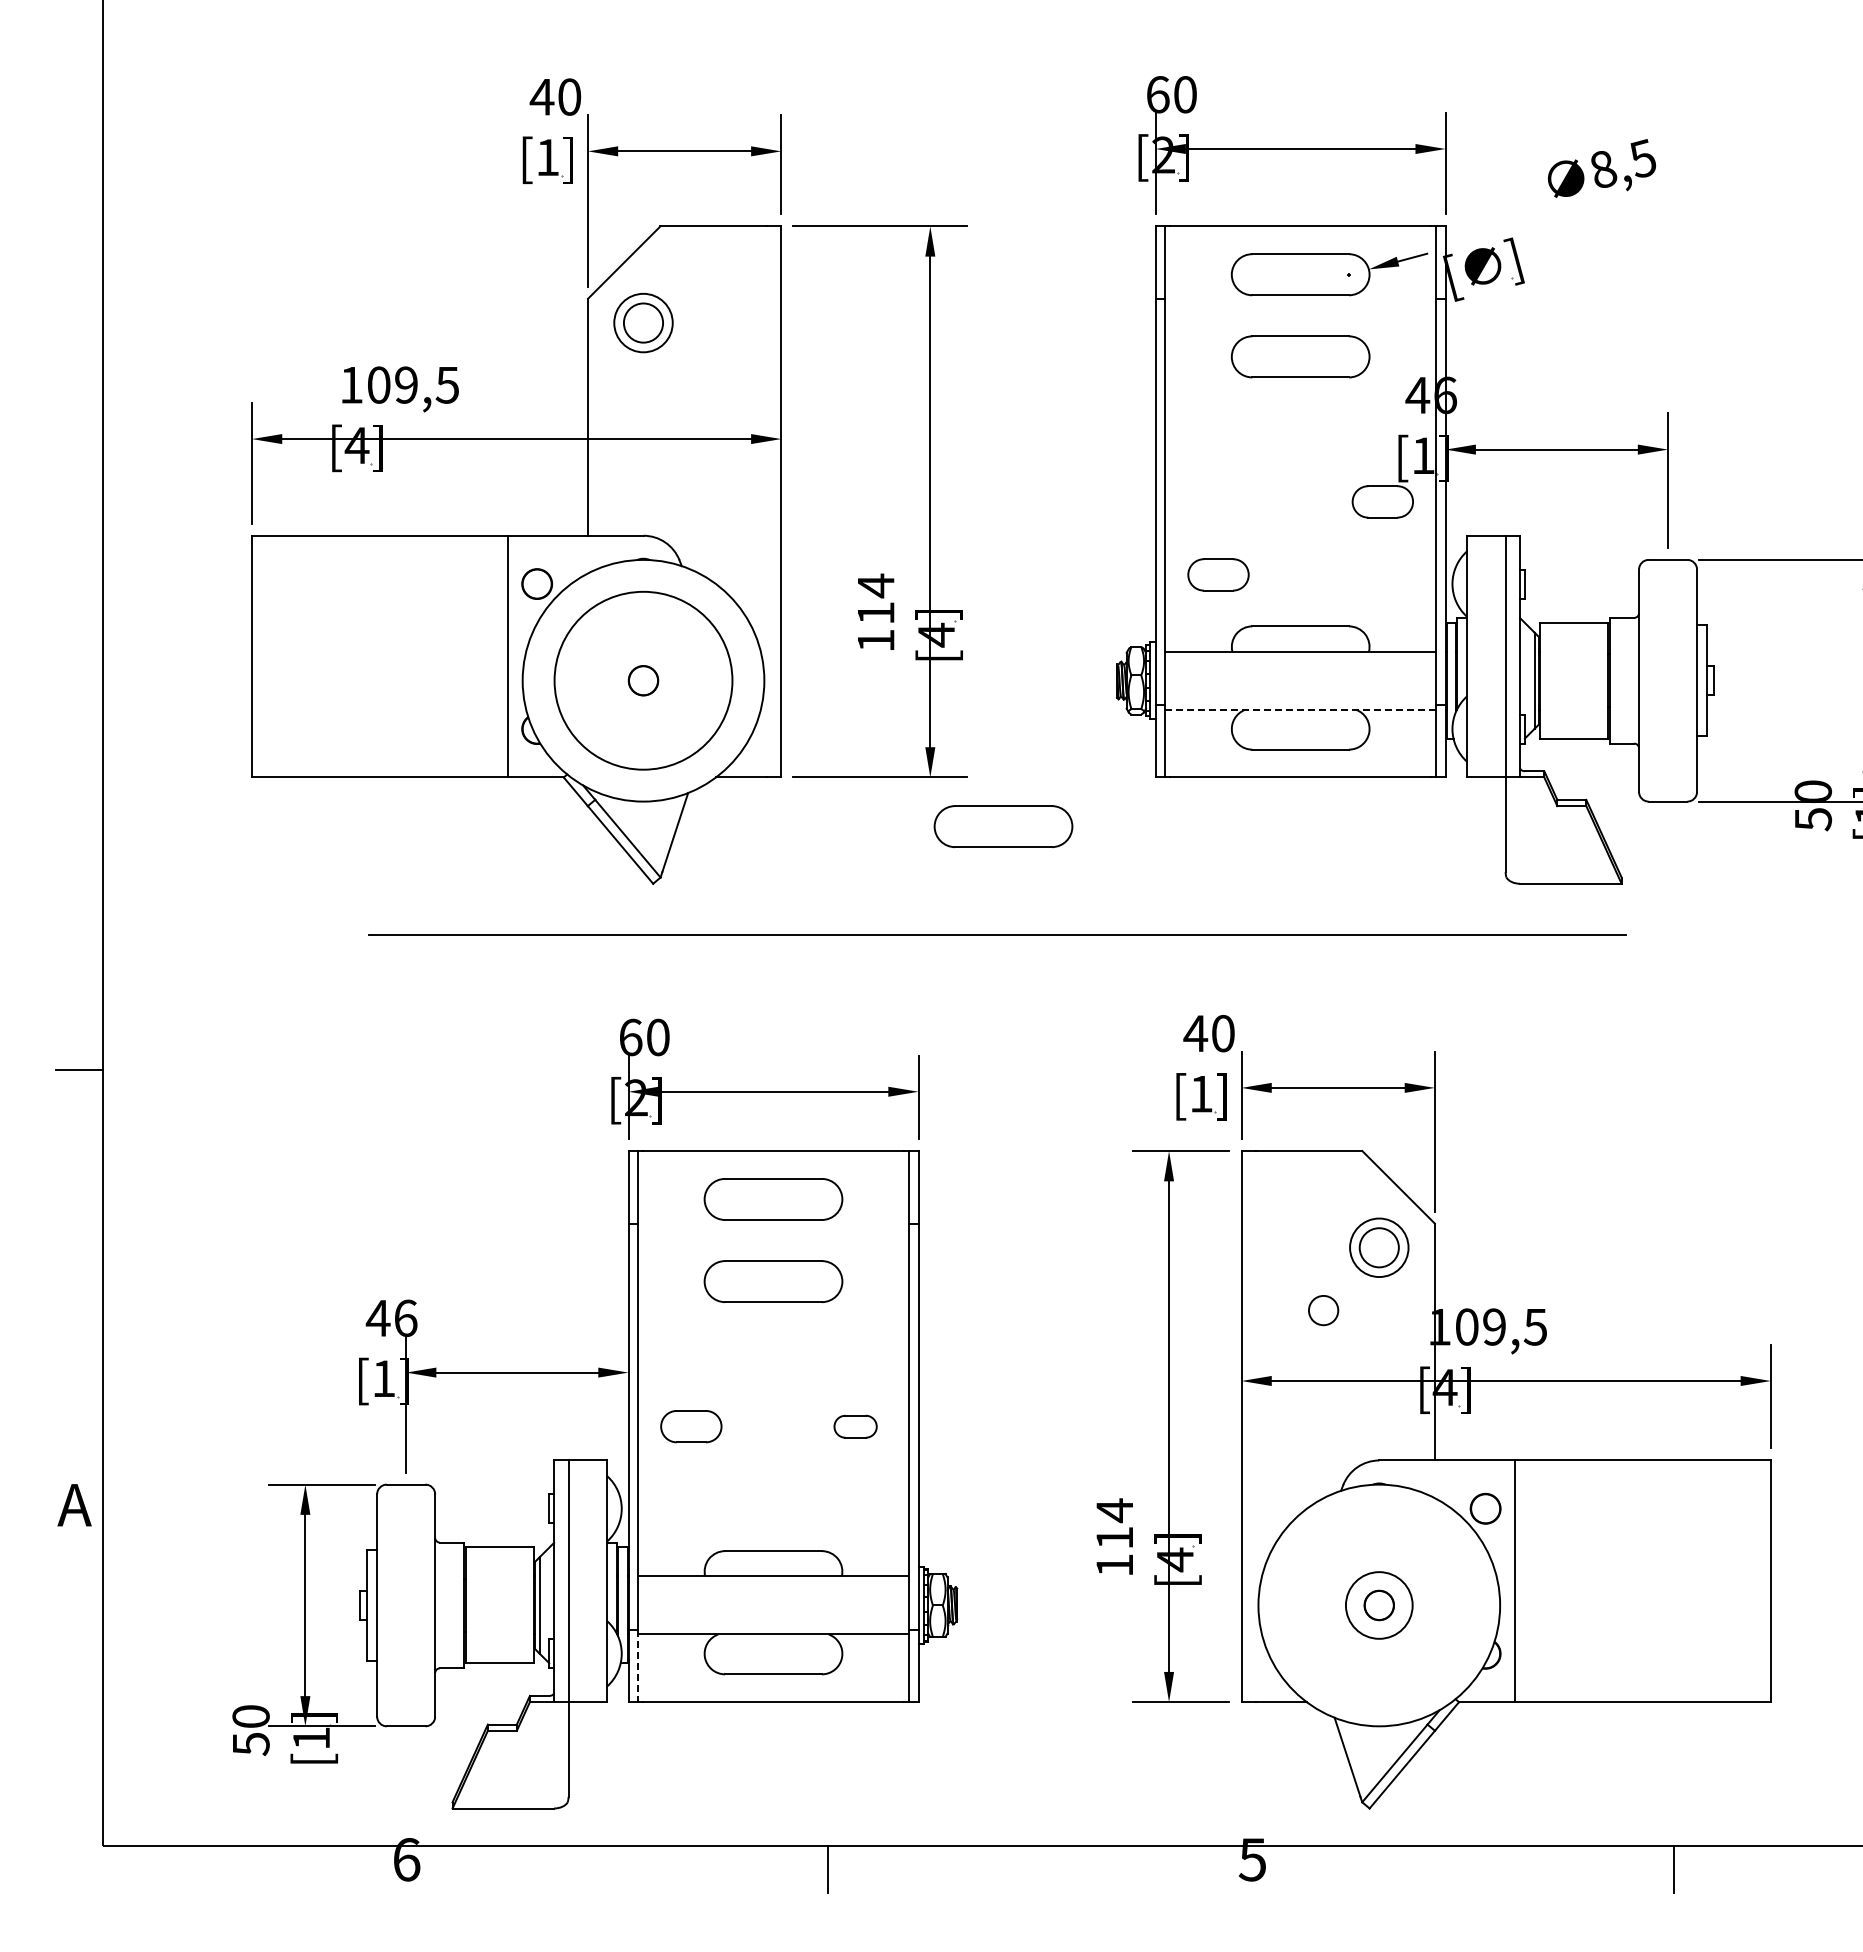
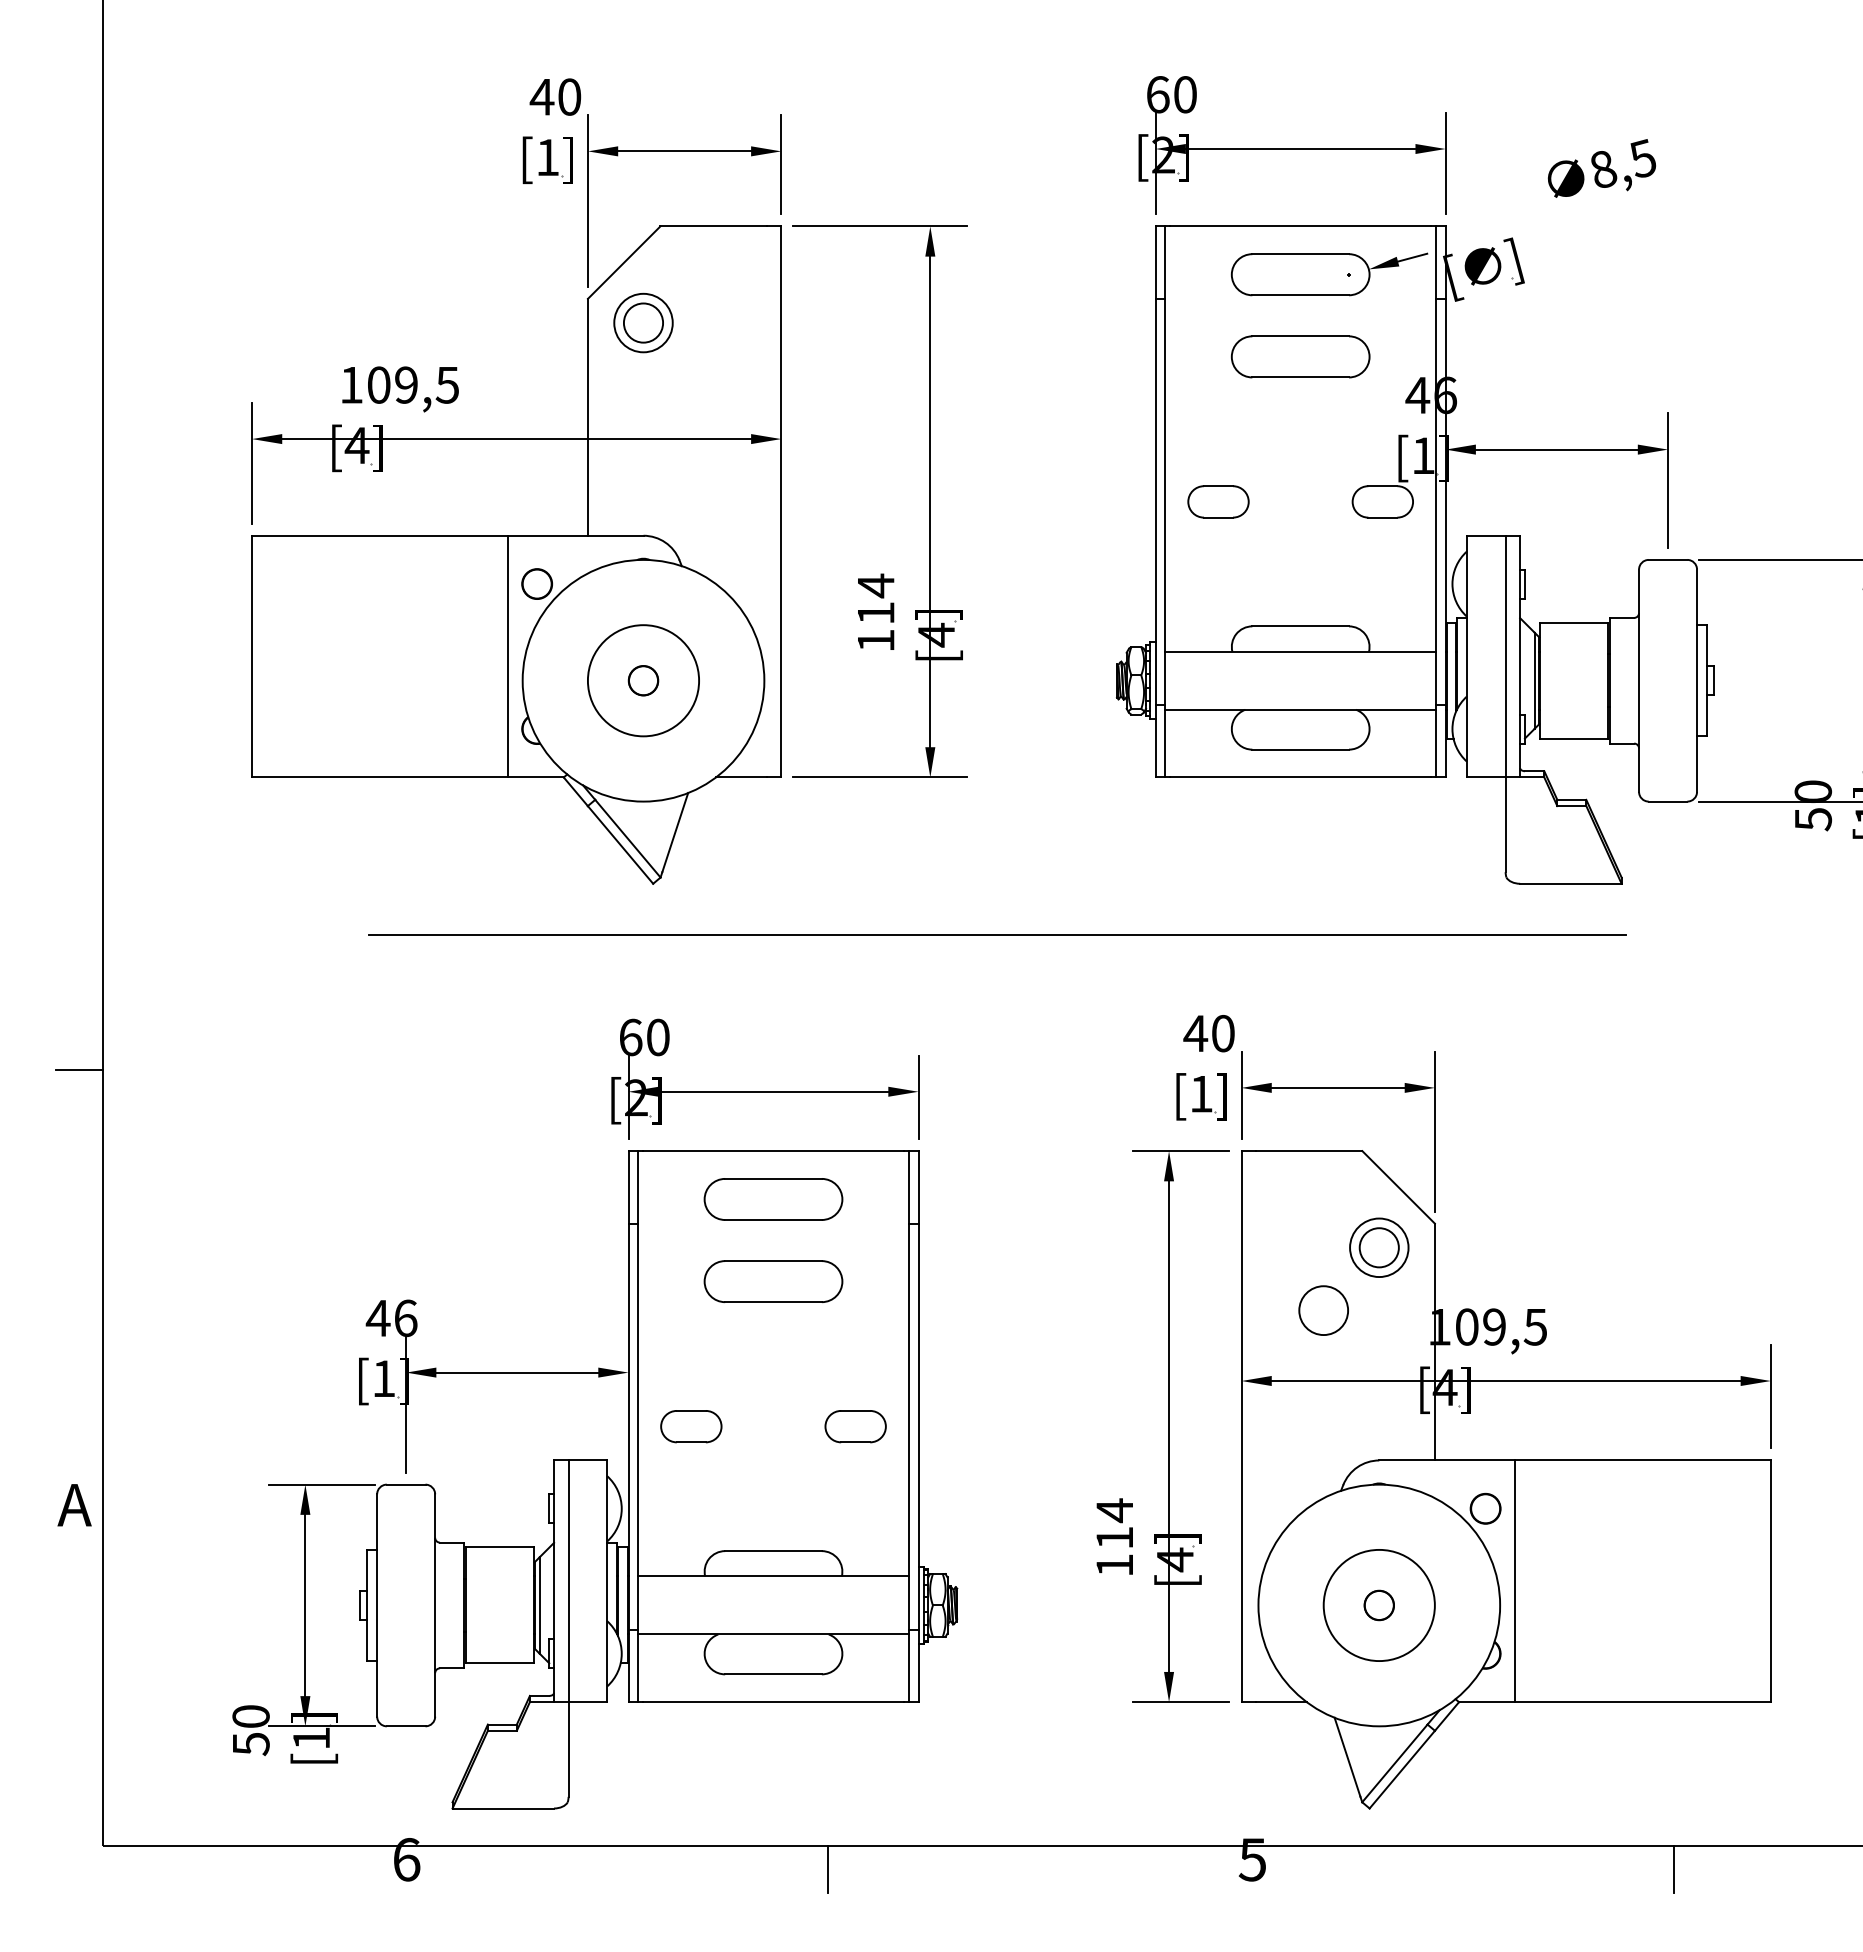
part at (1218, 574) position: (1218, 574) -> (1218, 501)
circle at (643, 680) diameter: 178 px -> 111 px
line at (1300, 709): dashed -> solid
part at (1003, 826): present -> none
circle at (1323, 1310) size: 32x32 px -> 51x51 px
part at (855, 1426) size: 45x25 px -> 63x34 px
circle at (1378, 1605) diameter: 67 px -> 111 px
line at (638, 1666): dashed -> solid
